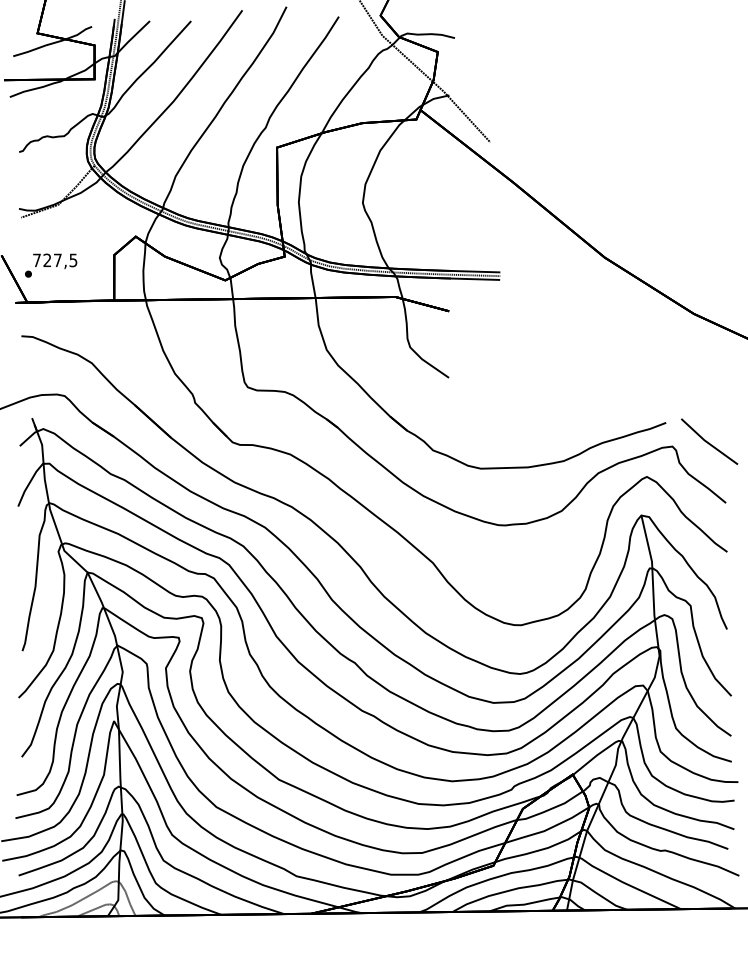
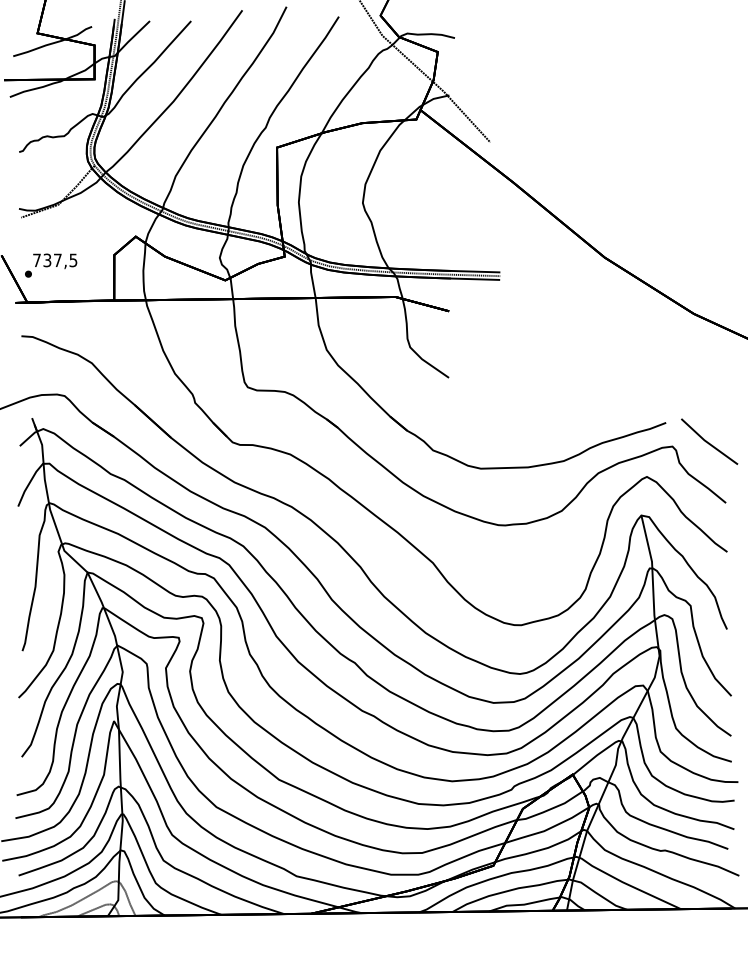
text at (47, 260): 727,5 -> 737,5
